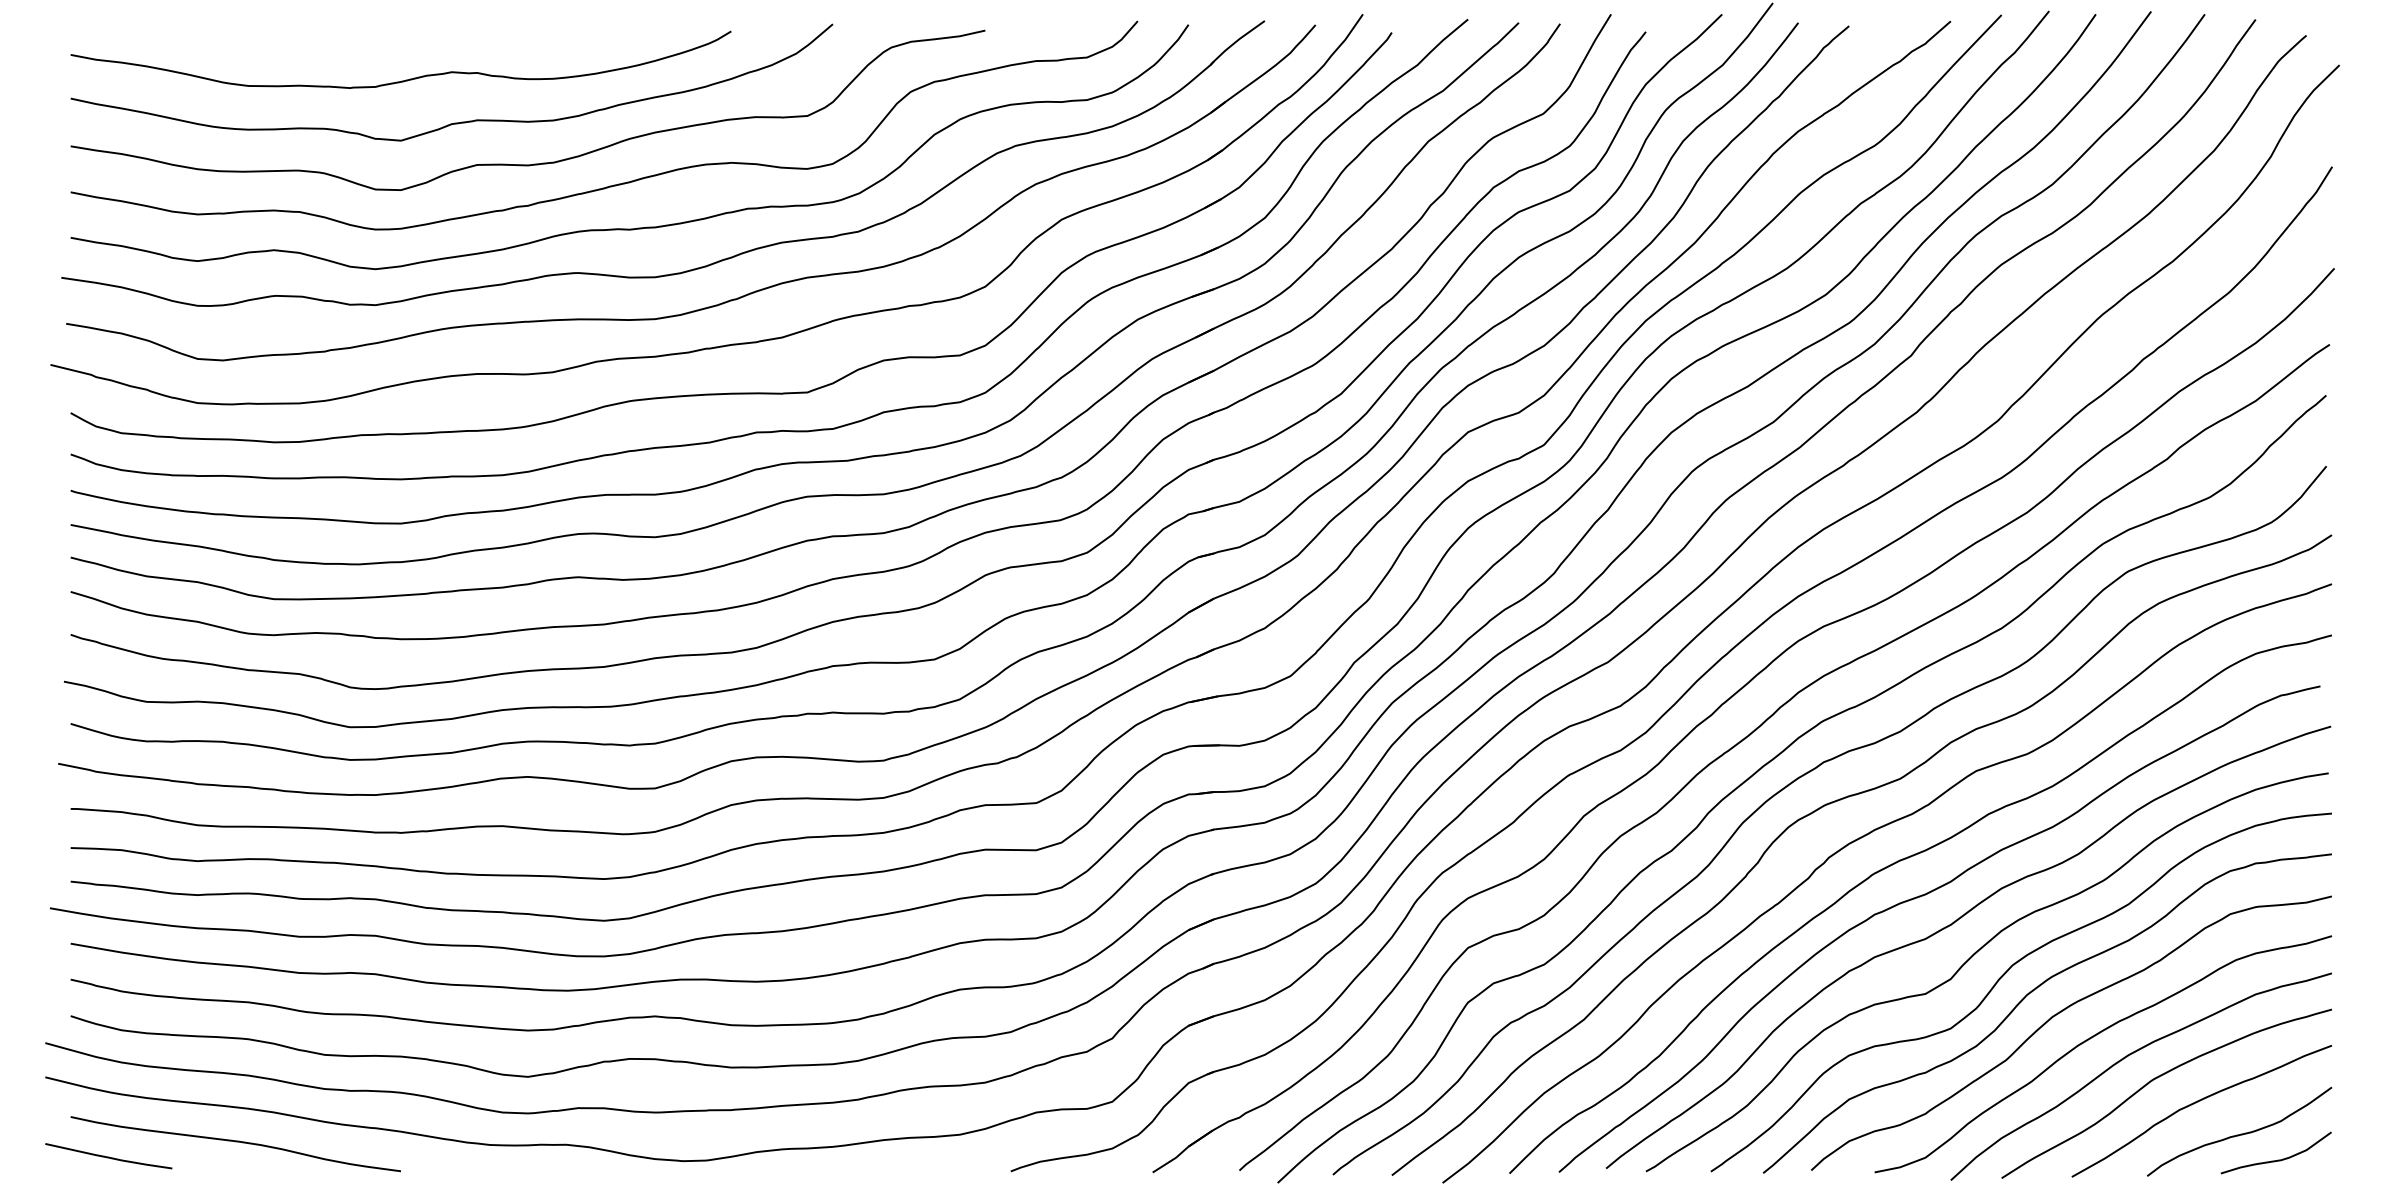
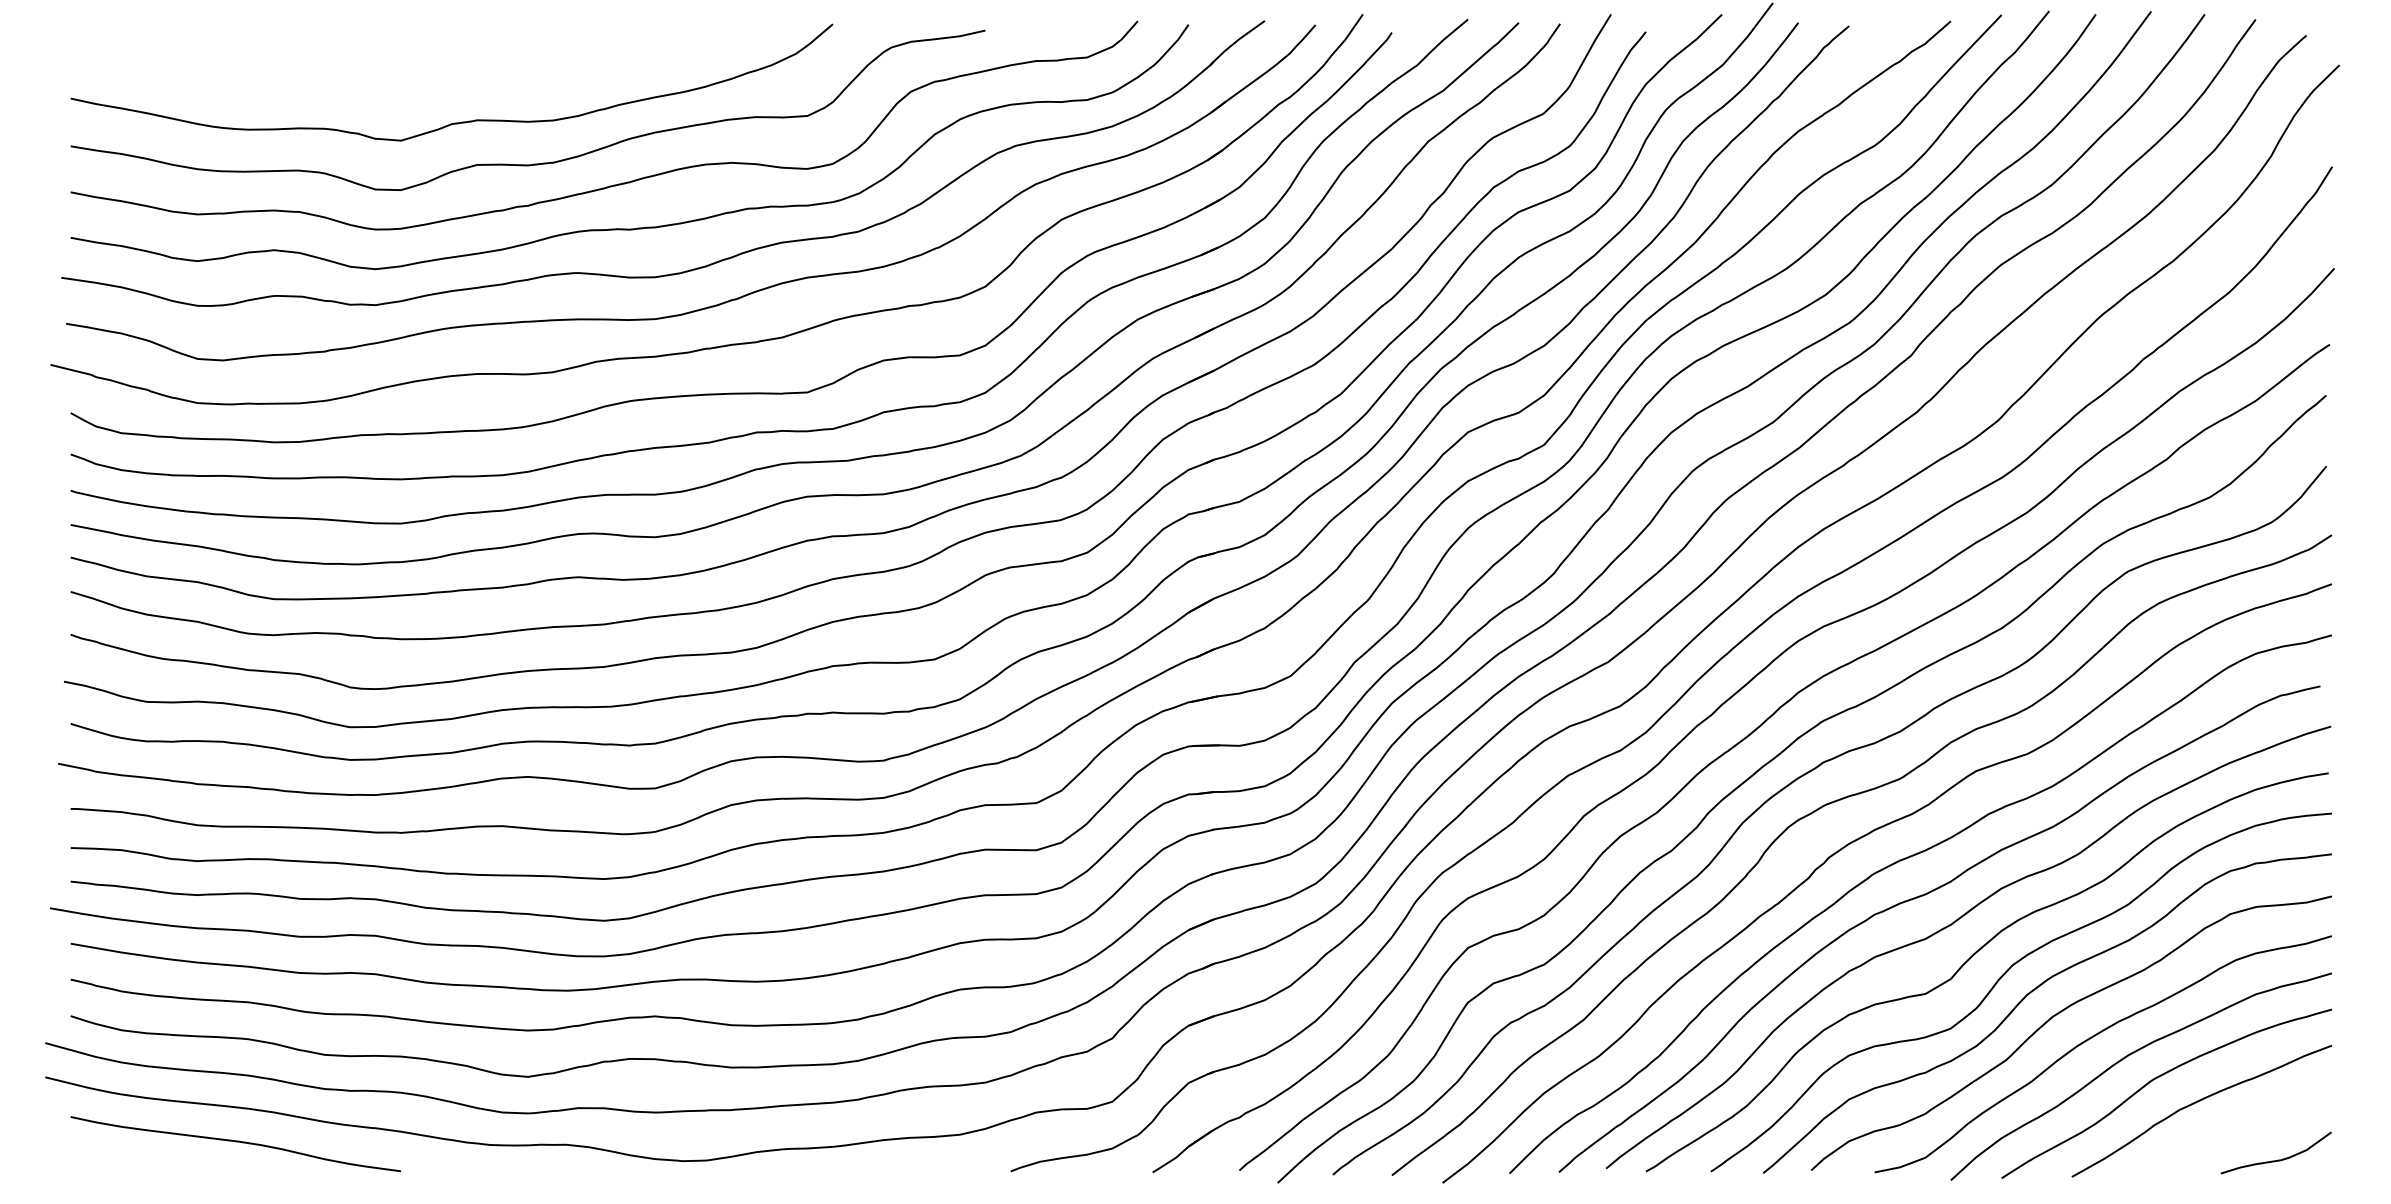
curve at (405, 79): present -> none
curve at (2240, 1133): present -> none
curve at (108, 1156): present -> none
